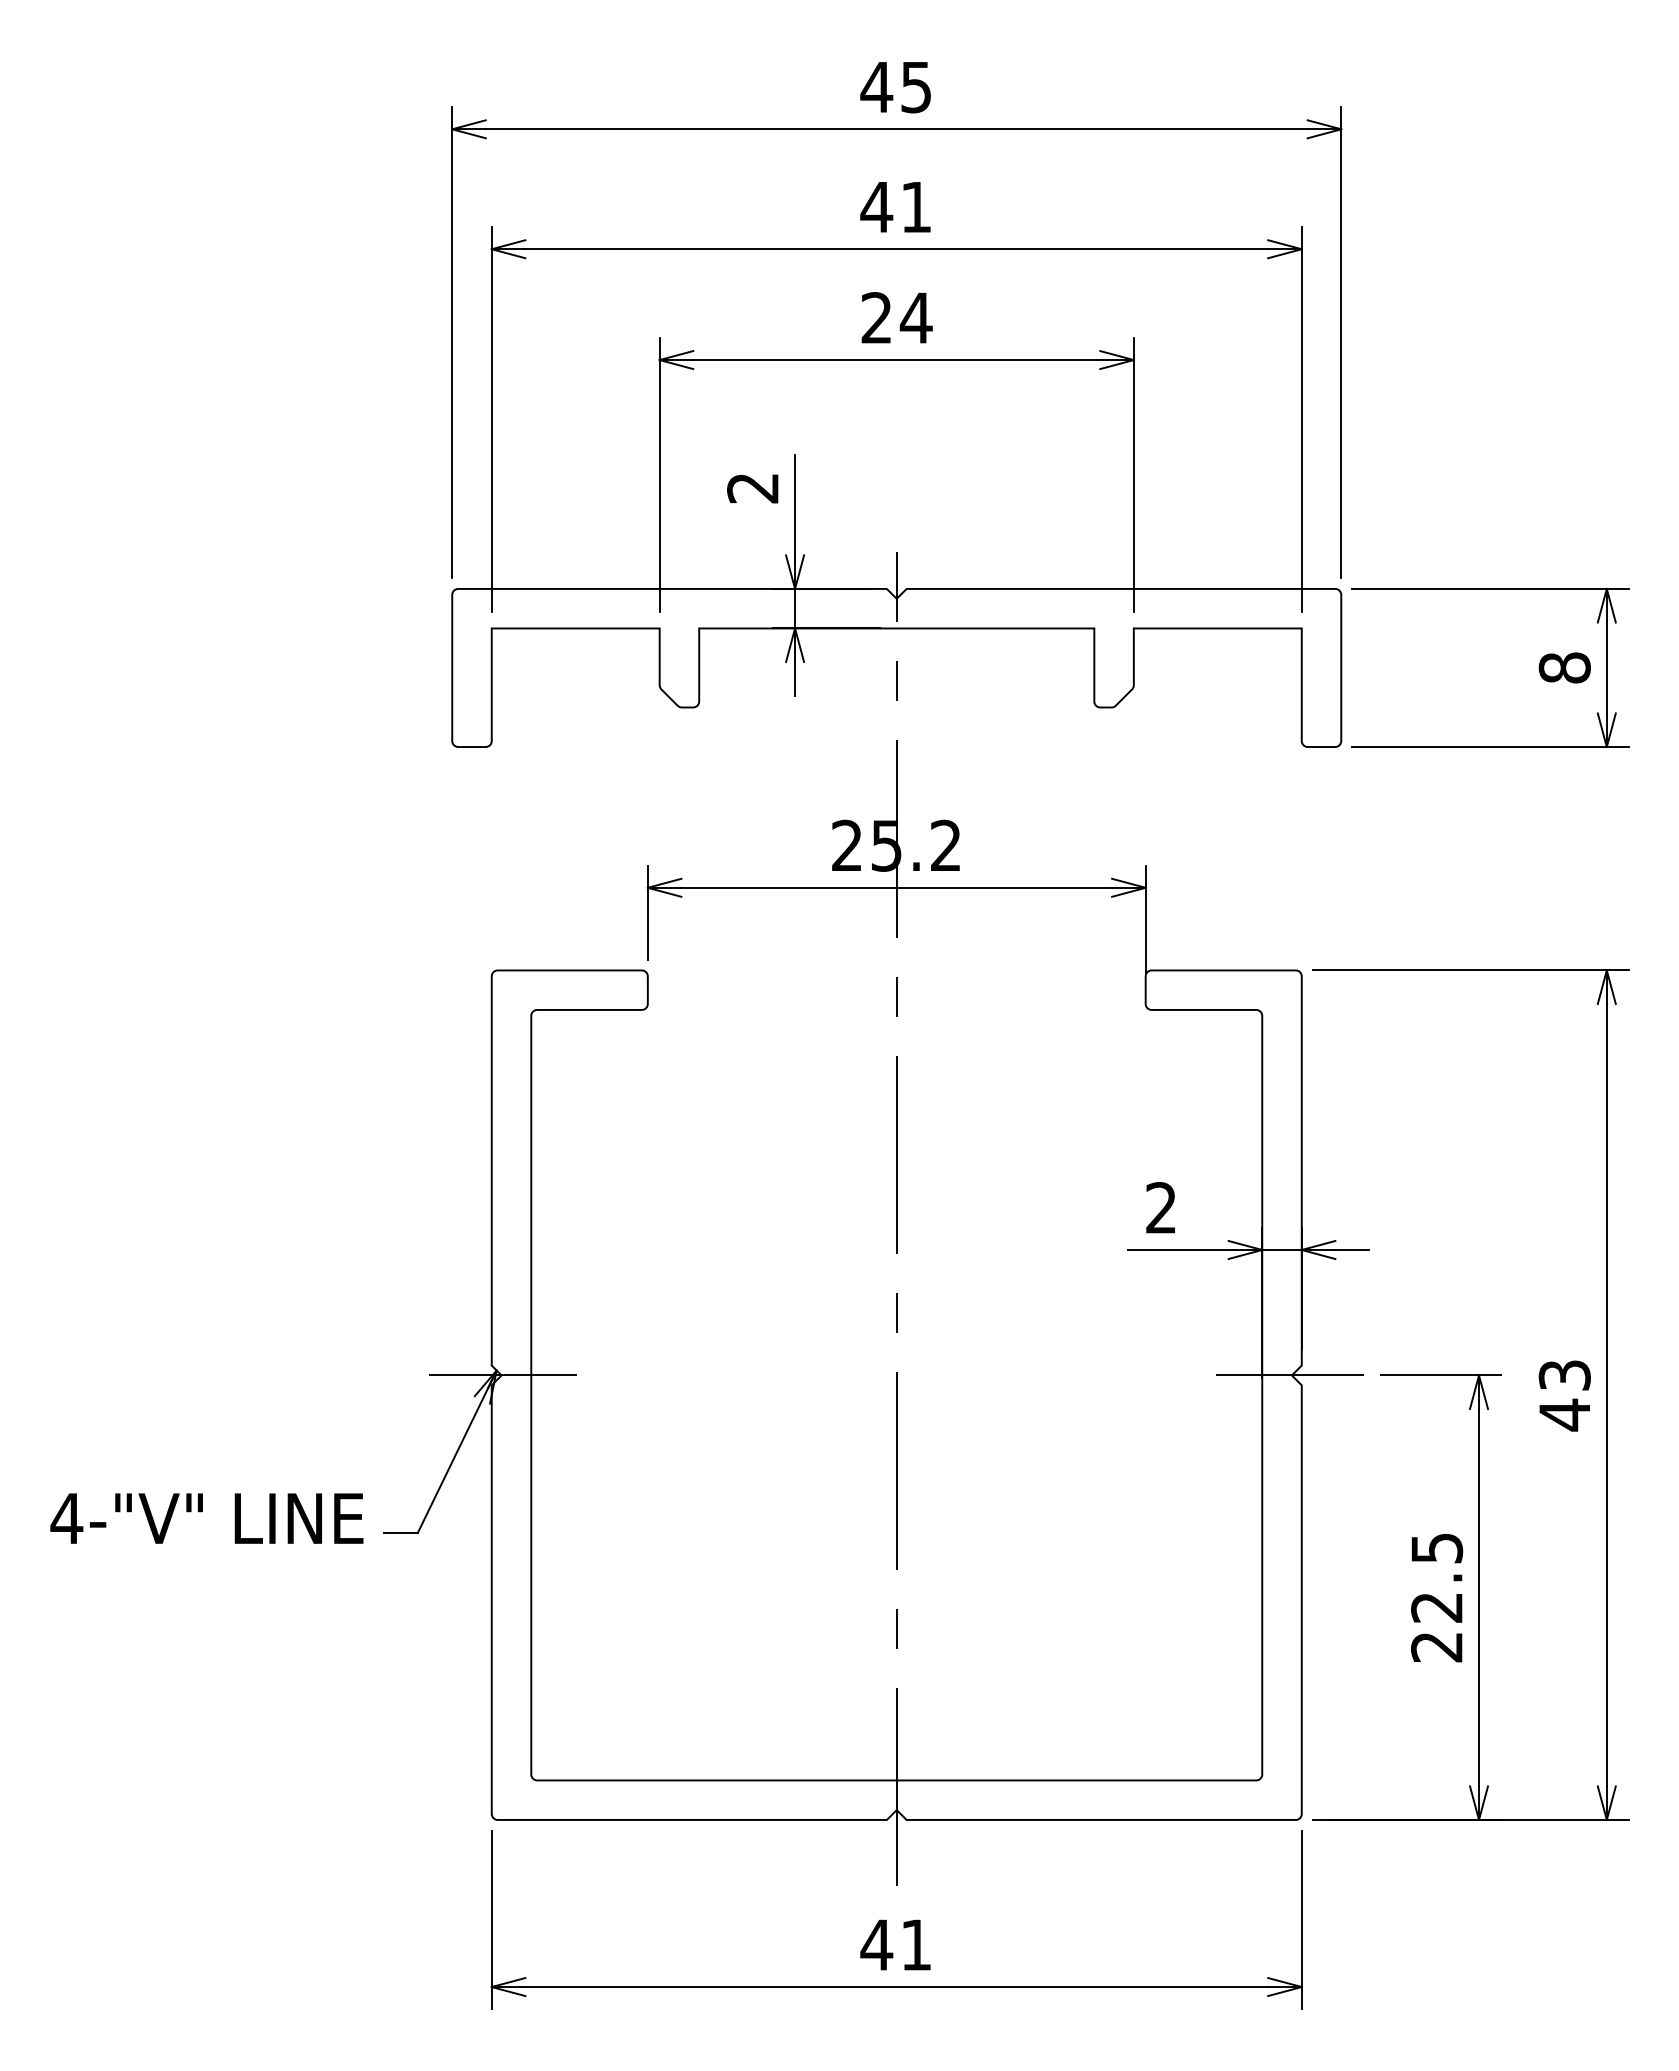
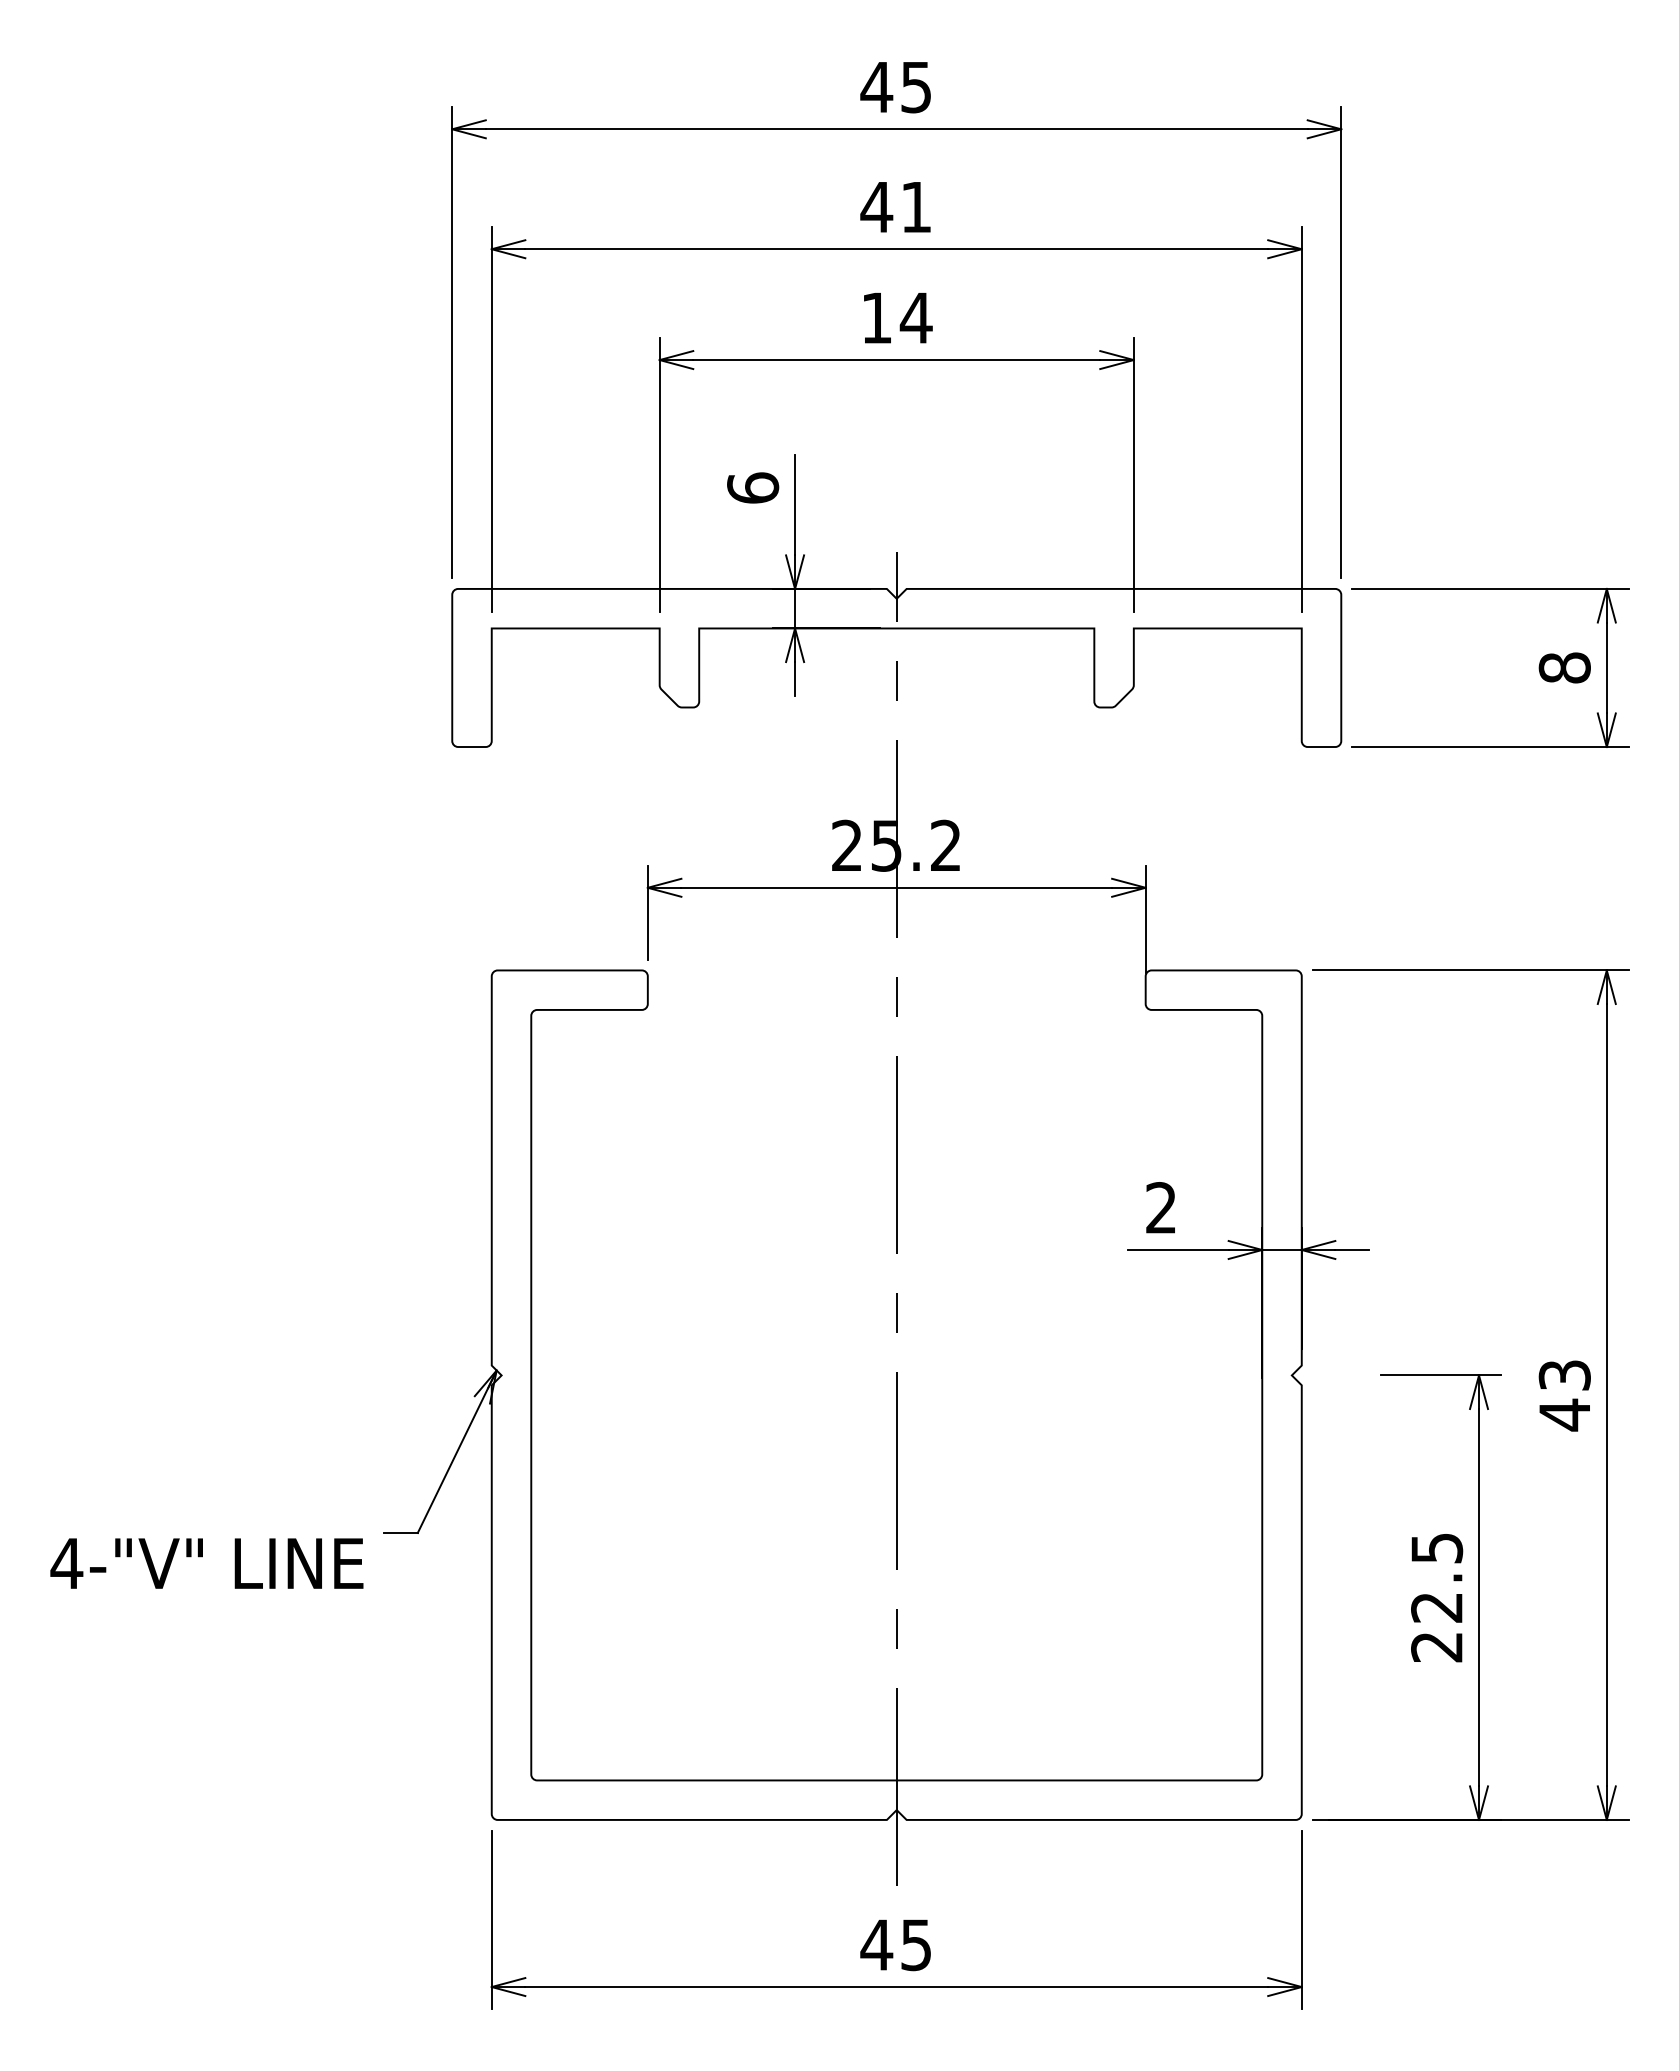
text at (875, 317): 24 -> 14
text at (753, 487): 2 -> 6
line at (503, 1375): present -> none
line at (1290, 1375): present -> none
text at (206, 1518) position: (206, 1518) -> (206, 1563)
text at (915, 1945): 41 -> 45
